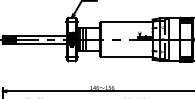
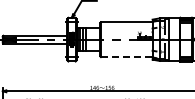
line at (126, 57): solid -> dashed
